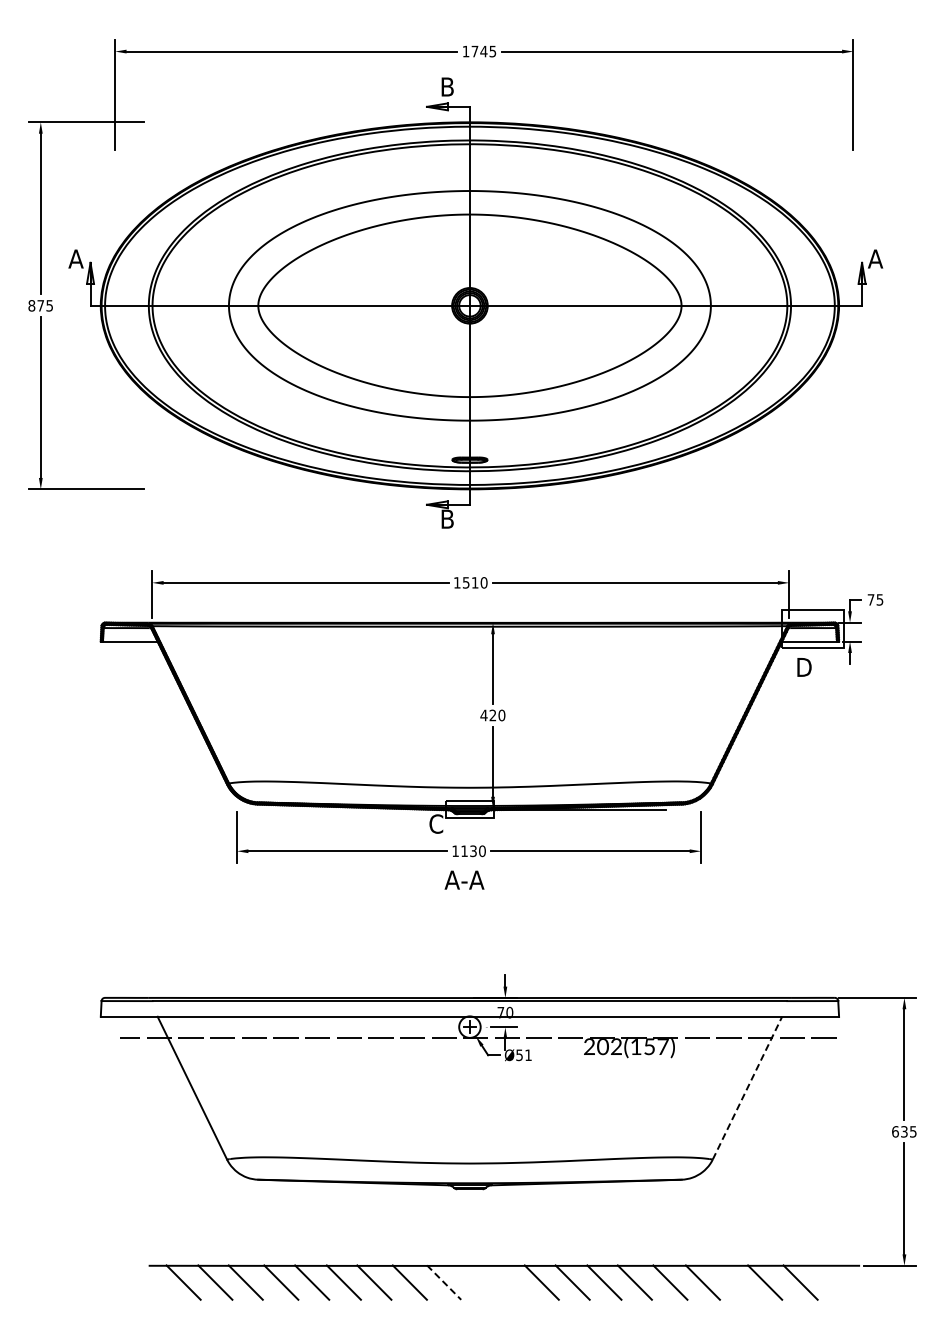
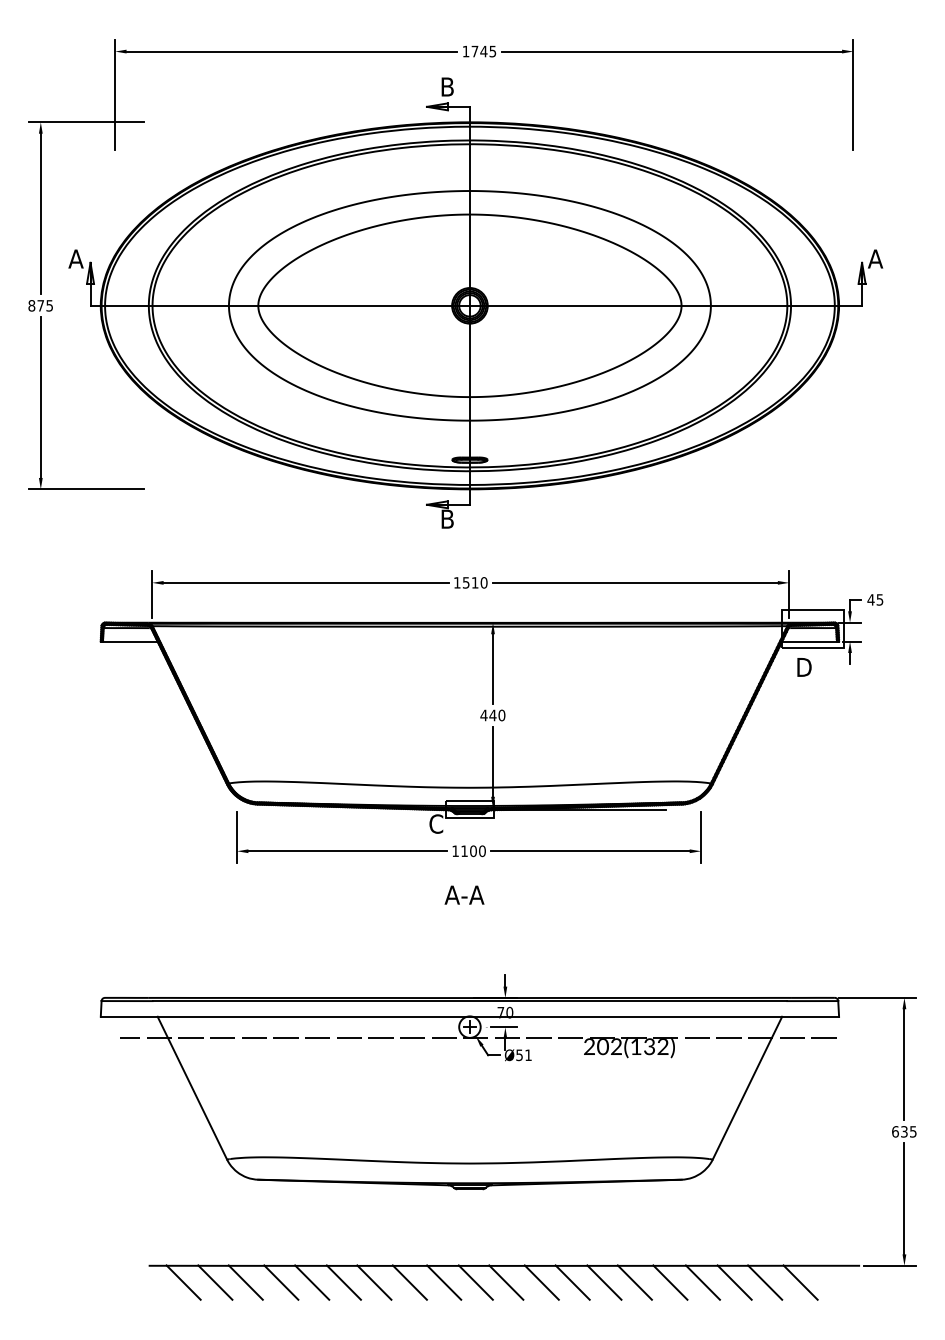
text at (870, 599): 75 -> 45
text at (492, 715): 420 -> 440
text at (473, 851): 1130 -> 1100
text at (464, 879) position: (464, 879) -> (464, 894)
text at (656, 1046): 202(157) -> 202(132)
line at (747, 1087): dashed -> solid
line at (444, 1282): dashed -> solid
line at (475, 1282): none -> present
line at (506, 1282): none -> present
line at (734, 1282): none -> present
